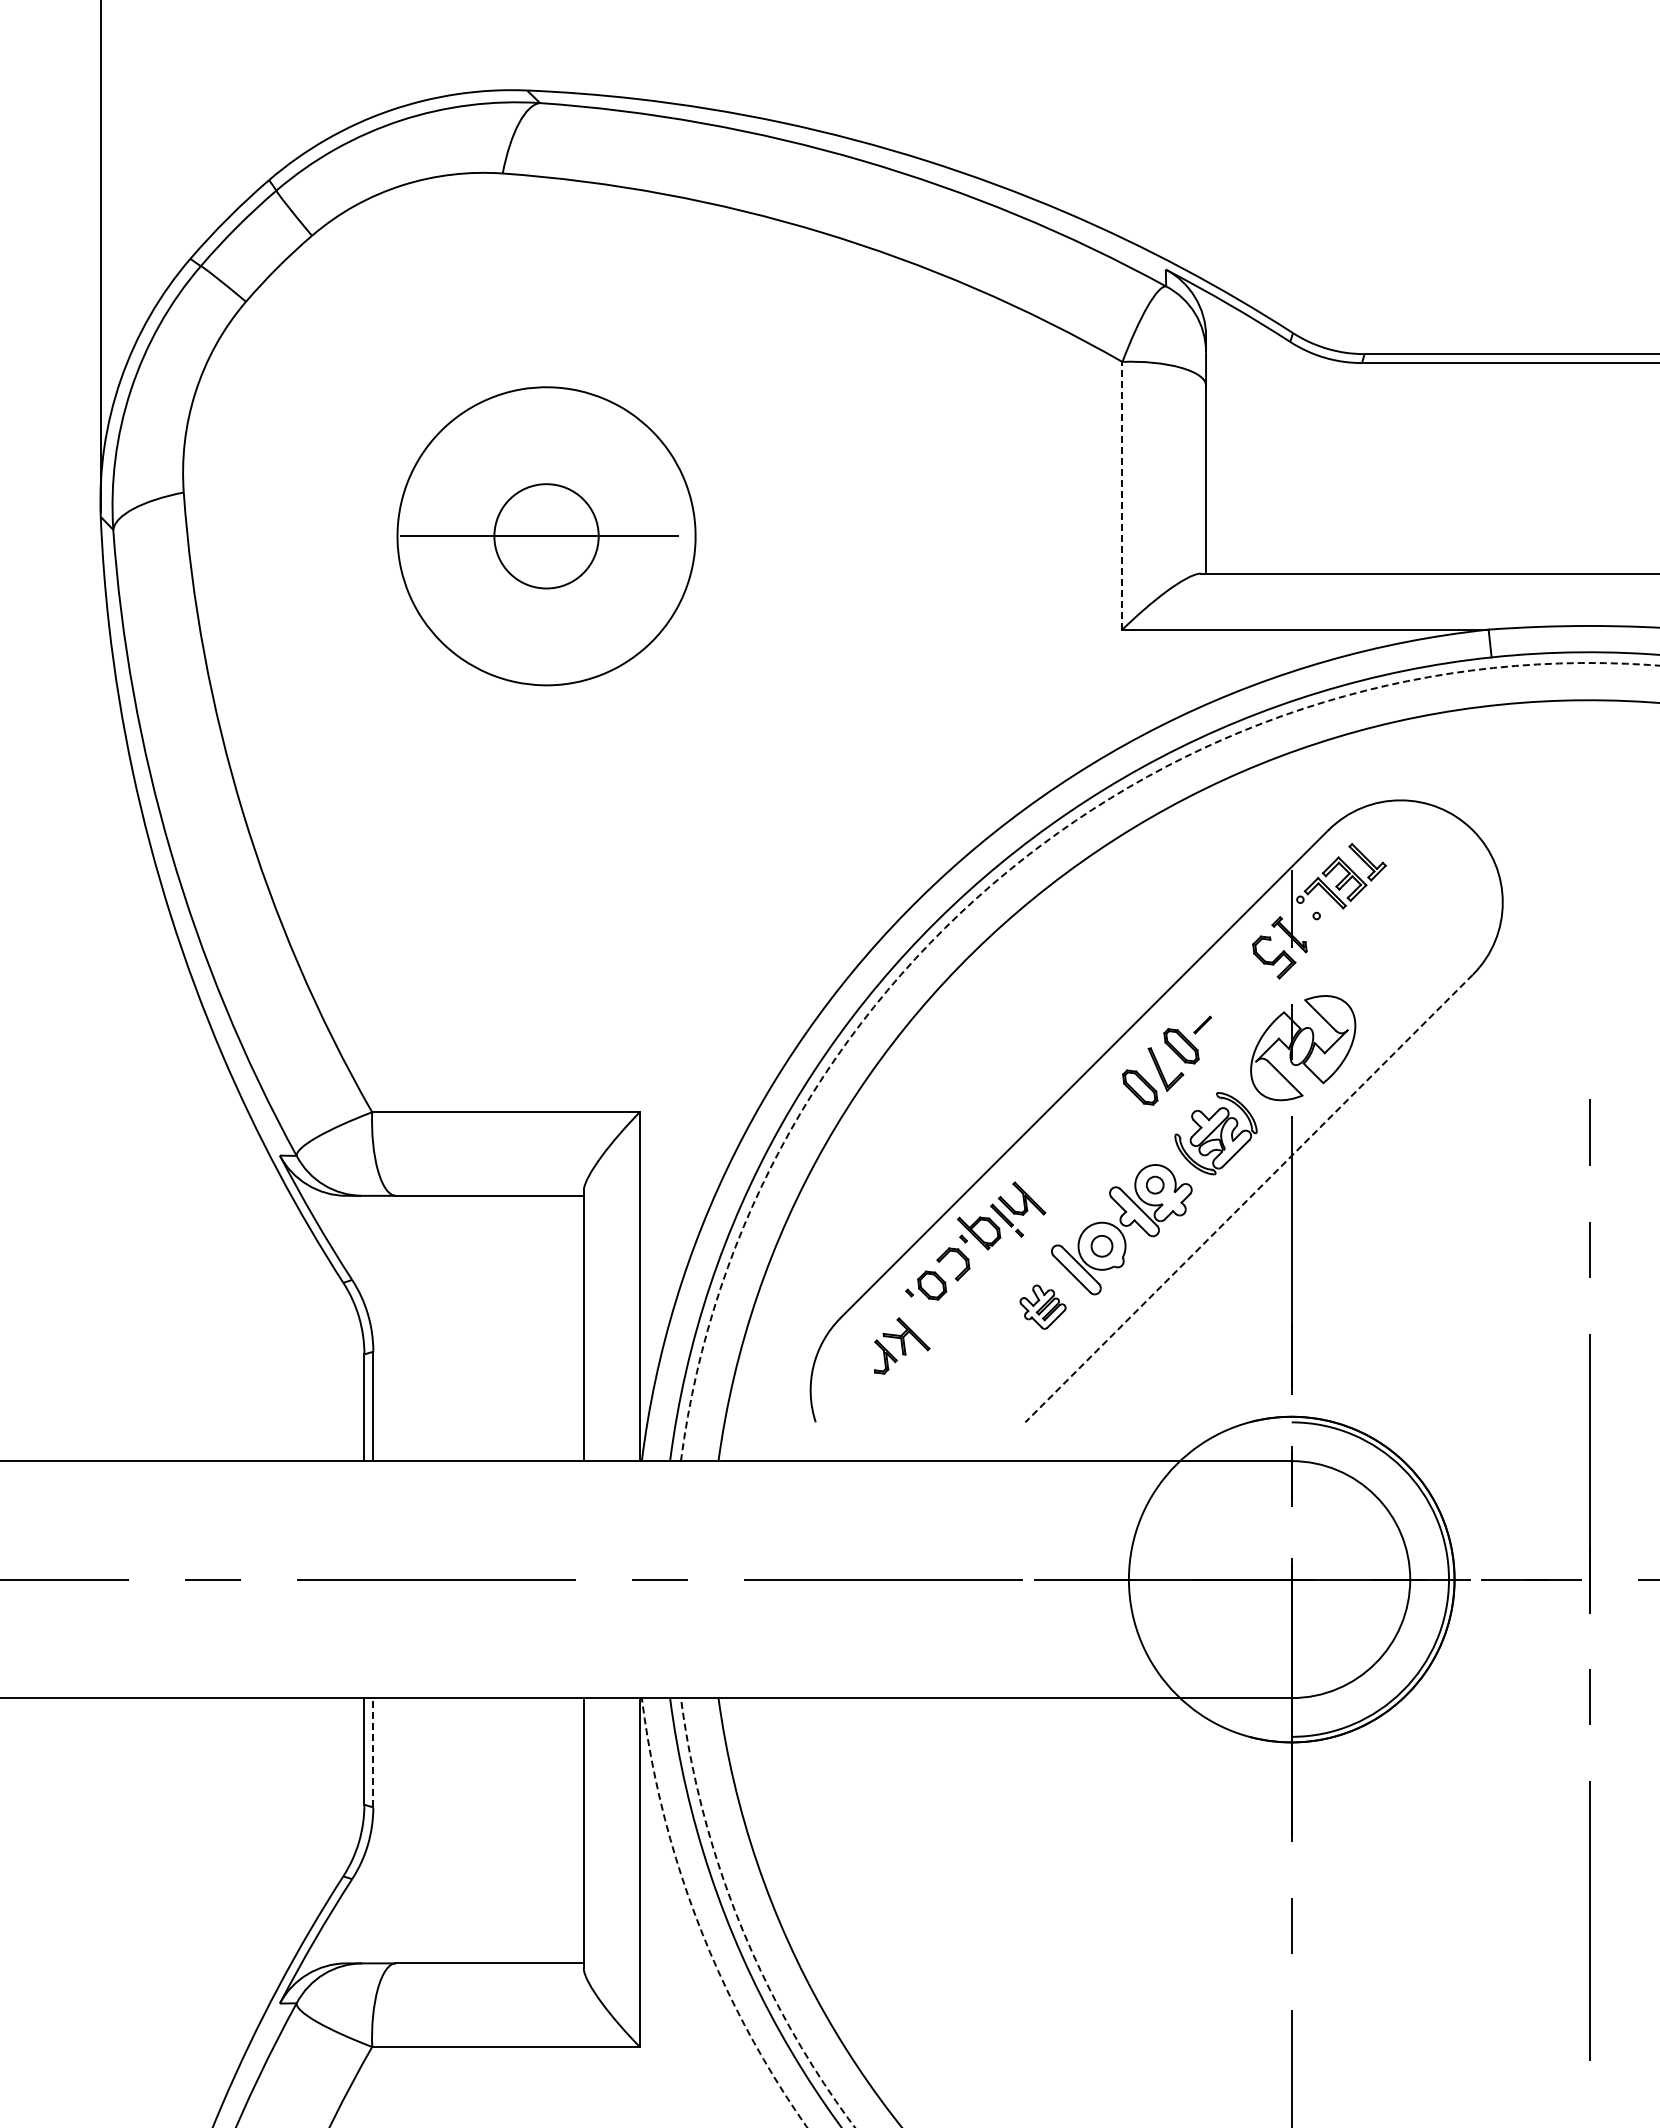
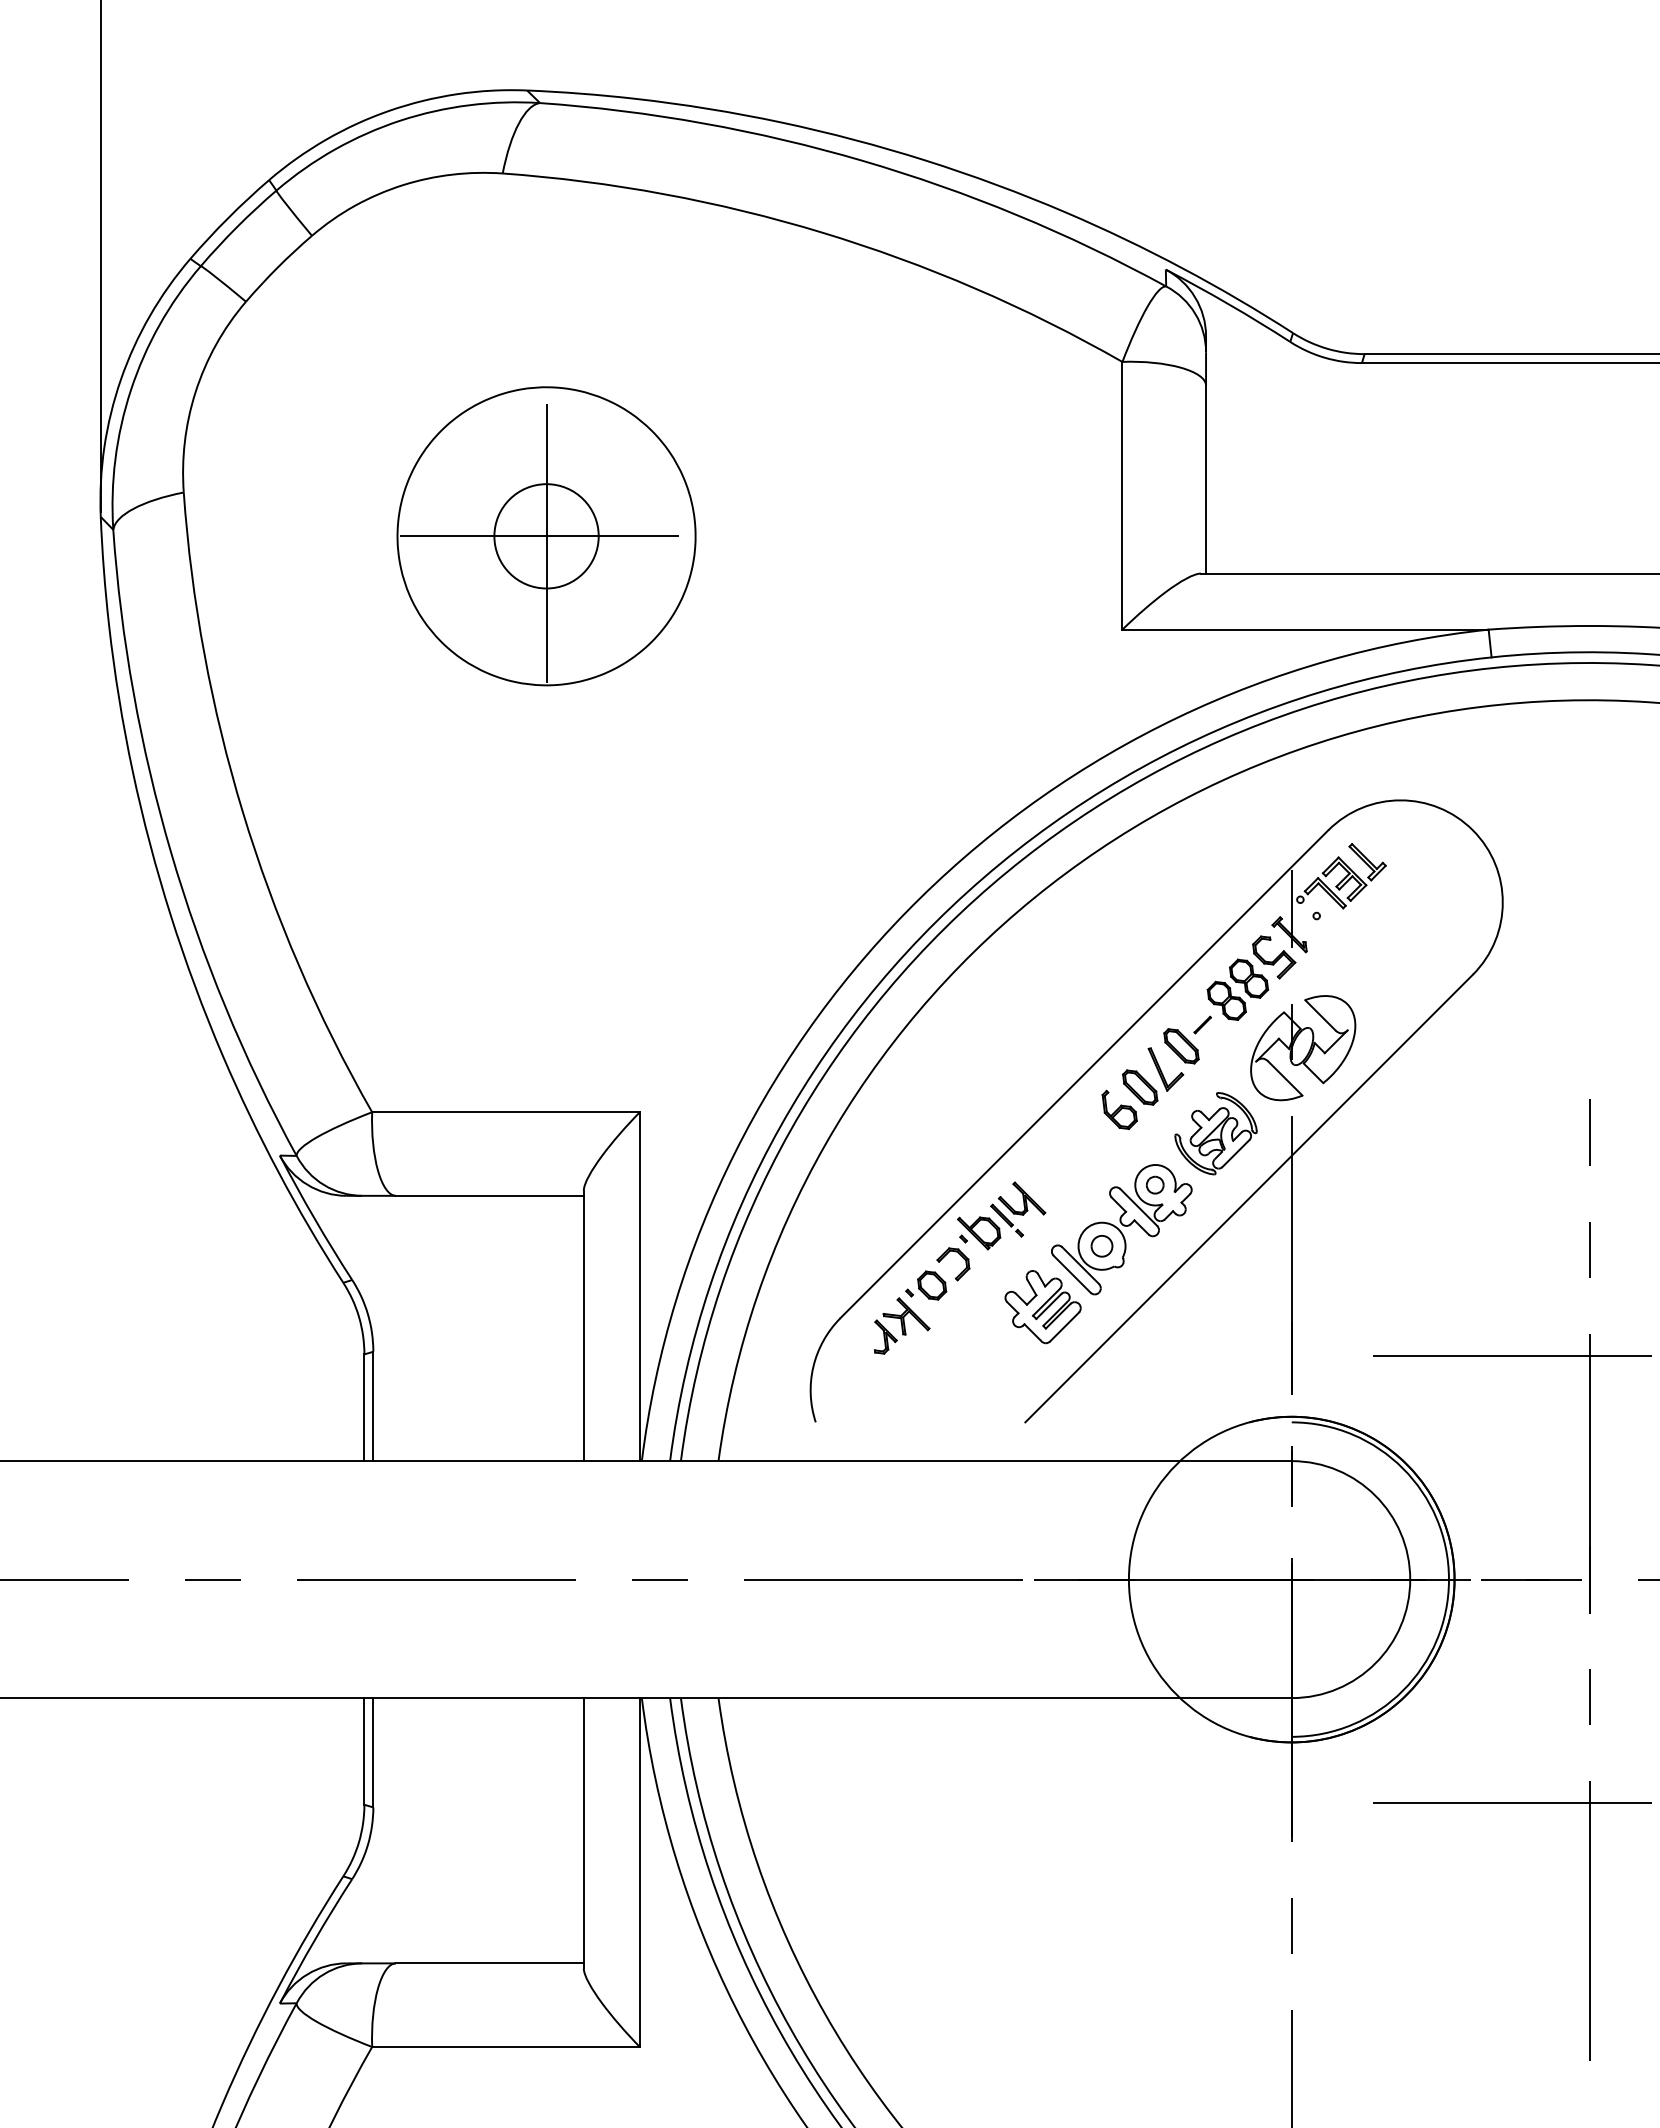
line at (1122, 495): dashed -> solid
line at (546, 536): none -> present
arc at (1207, 746): dashed -> solid
part at (1238, 983): none -> present
part at (1119, 1109): none -> present
line at (1248, 1198): dashed -> solid
part at (1042, 1306) size: 48x46 px -> 78x75 px
part at (902, 1345) position: (902, 1345) -> (902, 1325)
line at (1514, 1356): none -> present
line at (373, 1752): dashed -> solid
line at (1514, 1803): none -> present
arc at (697, 1921): dashed -> solid
